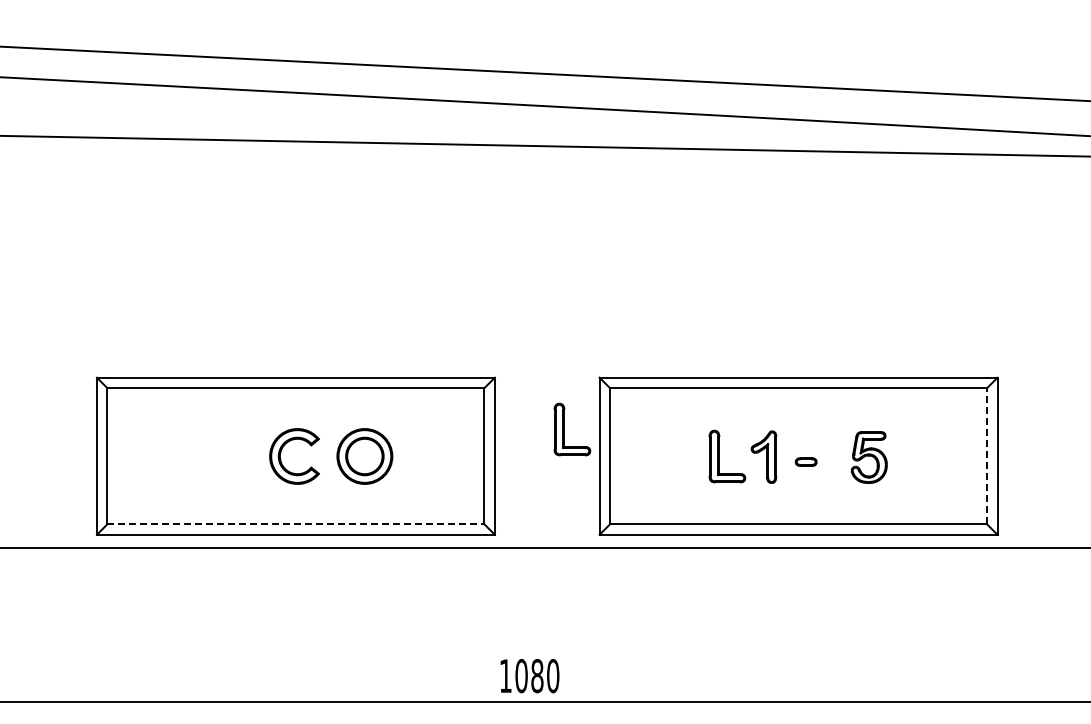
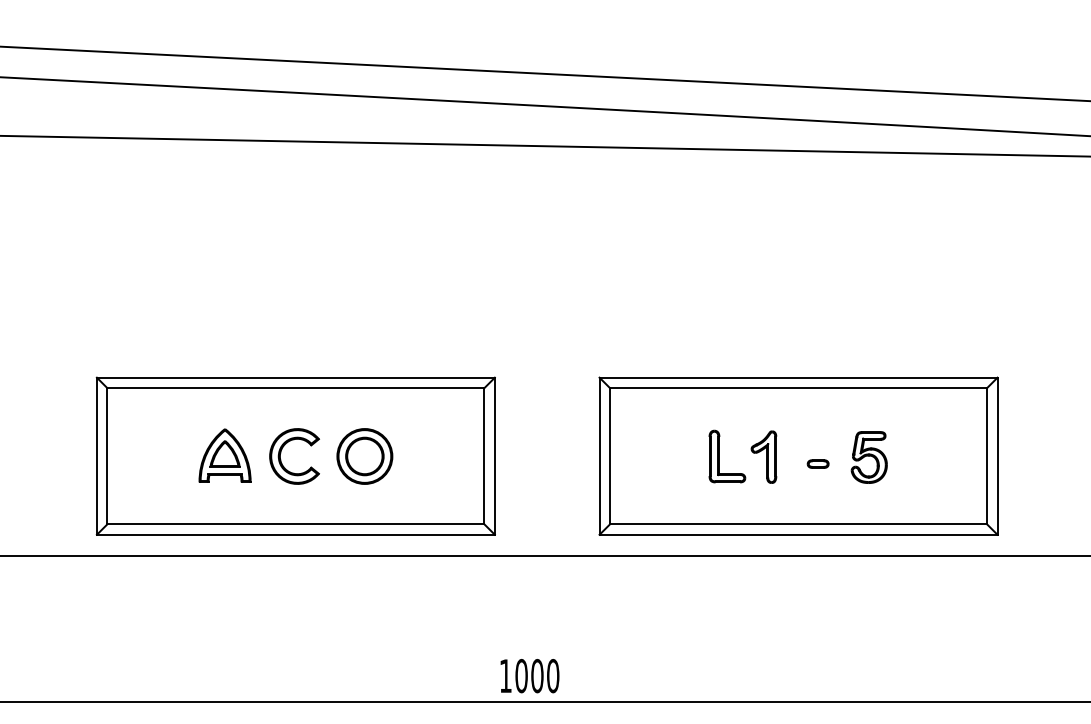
part at (564, 429): present -> none
part at (224, 455): none -> present
line at (987, 455): dashed -> solid
part at (805, 461) position: (805, 461) -> (817, 463)
line at (296, 524): dashed -> solid
line at (544, 547) position: (544, 547) -> (544, 555)
text at (537, 675): 1080 -> 1000
